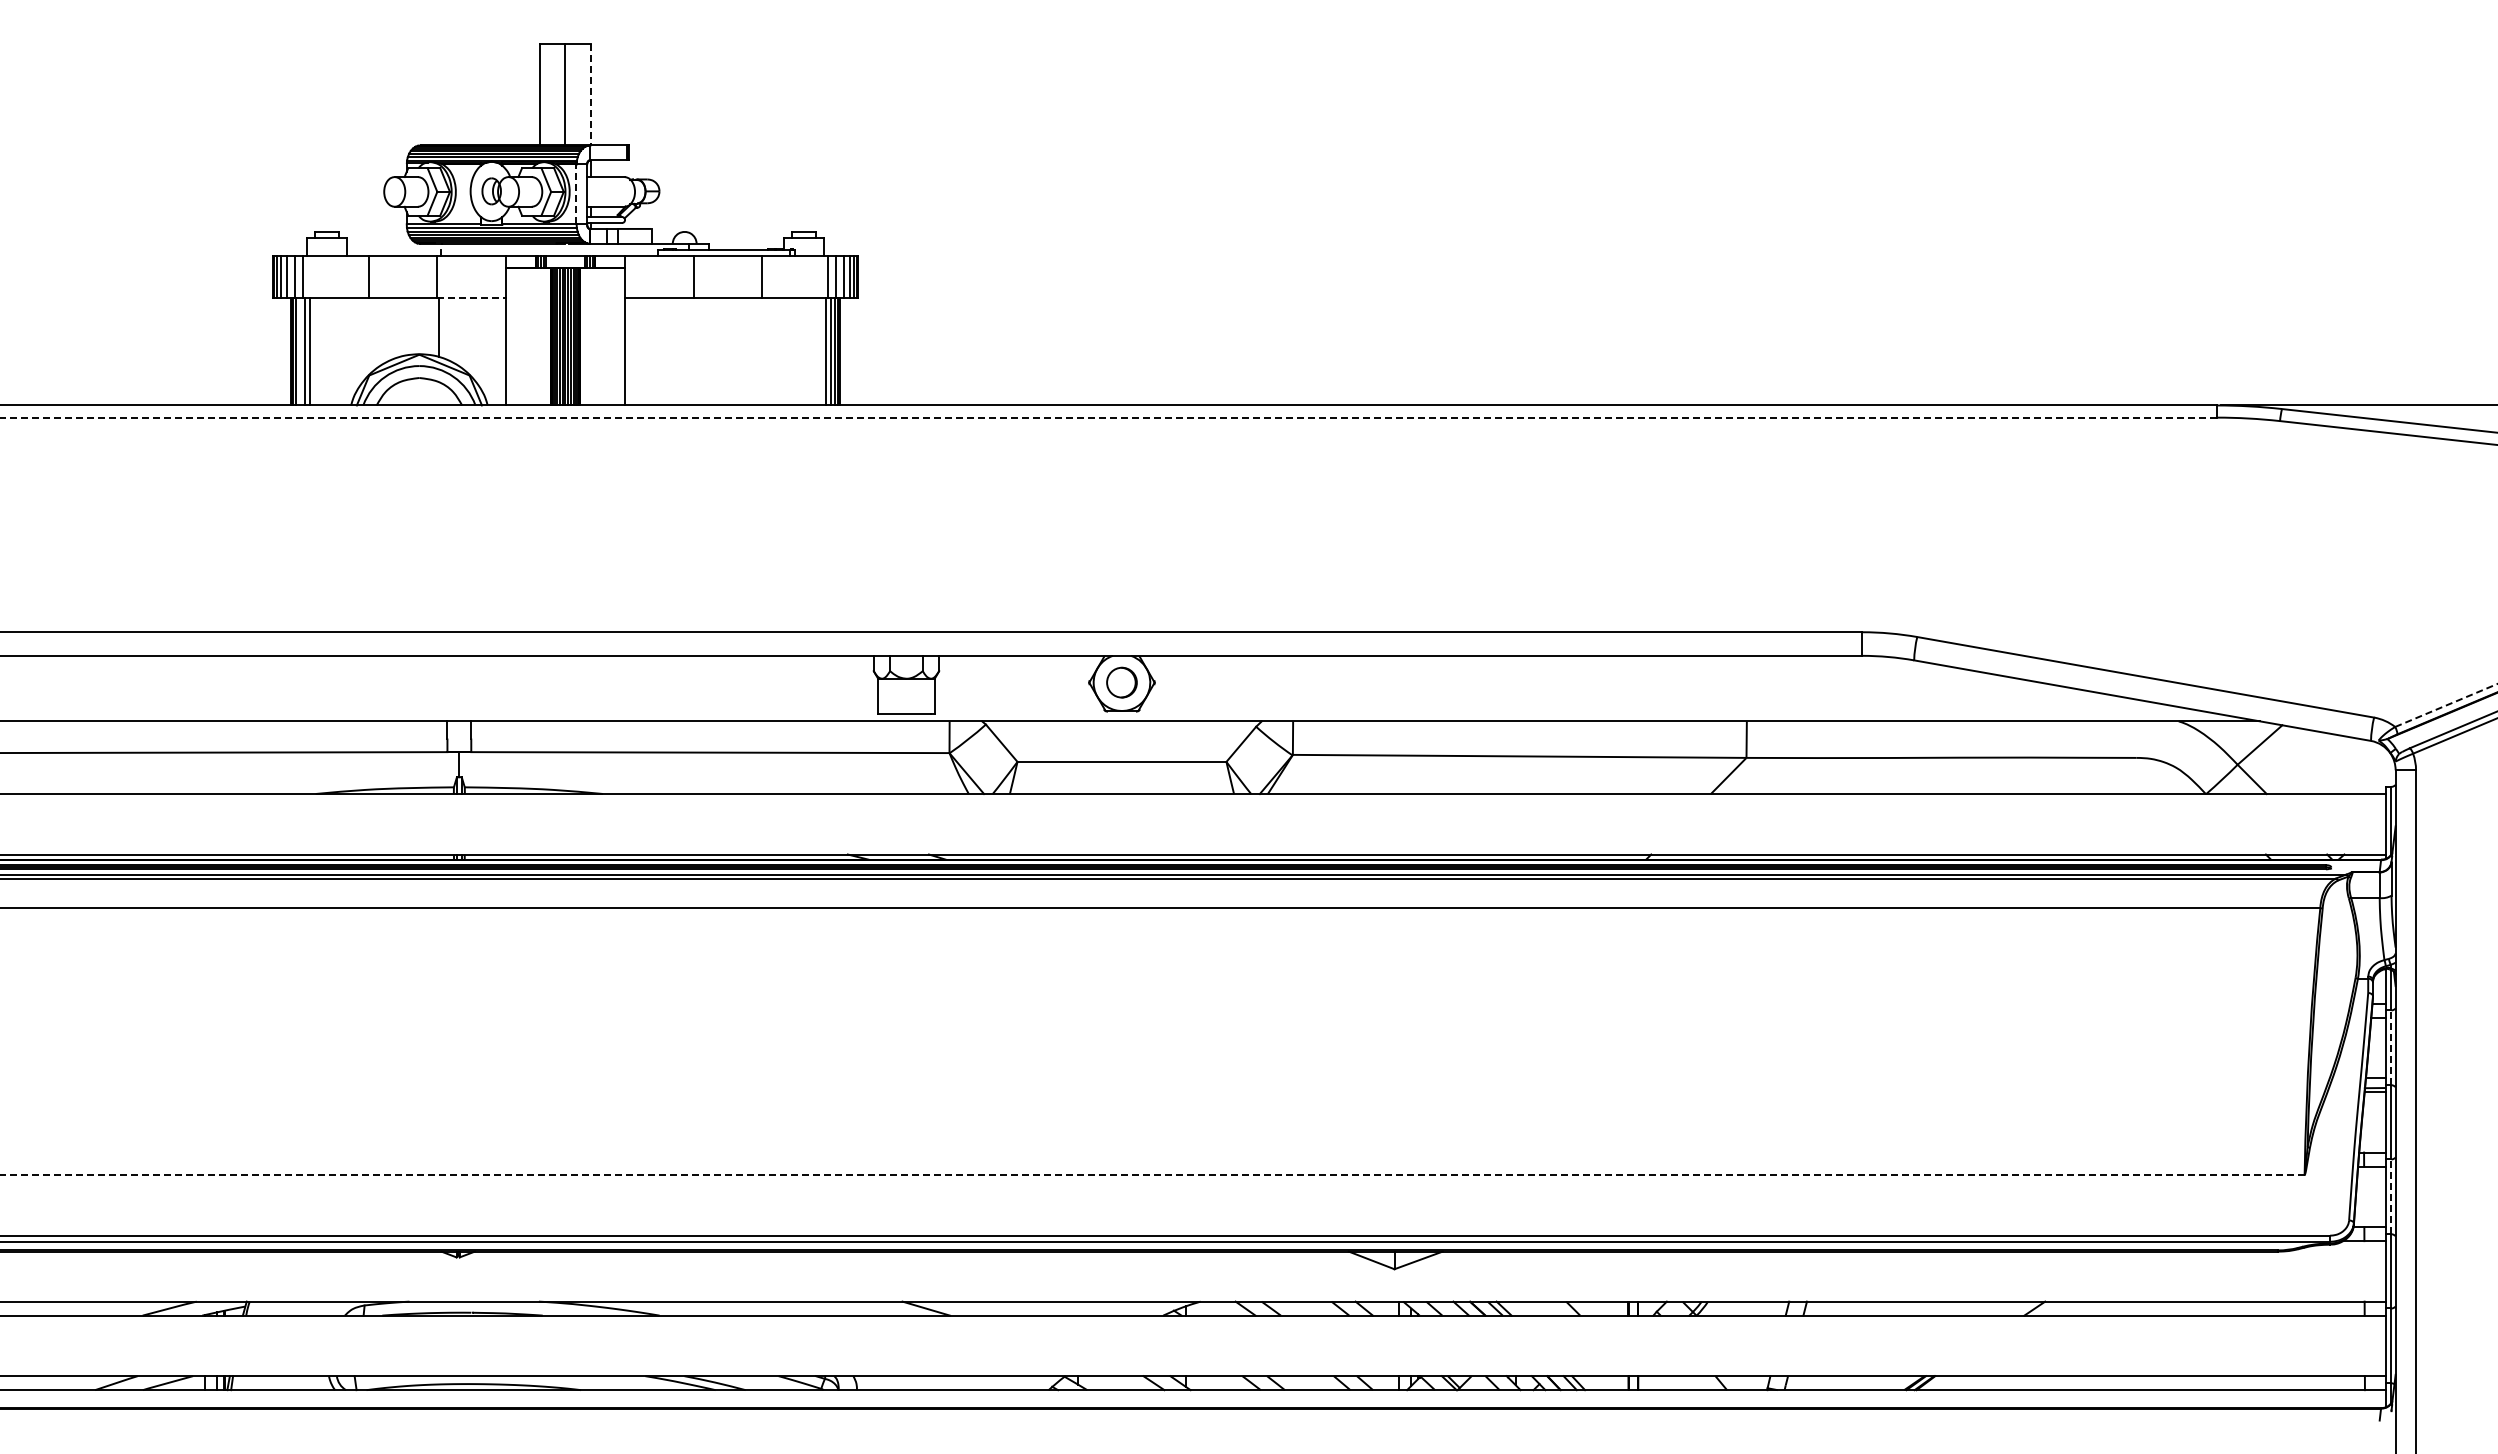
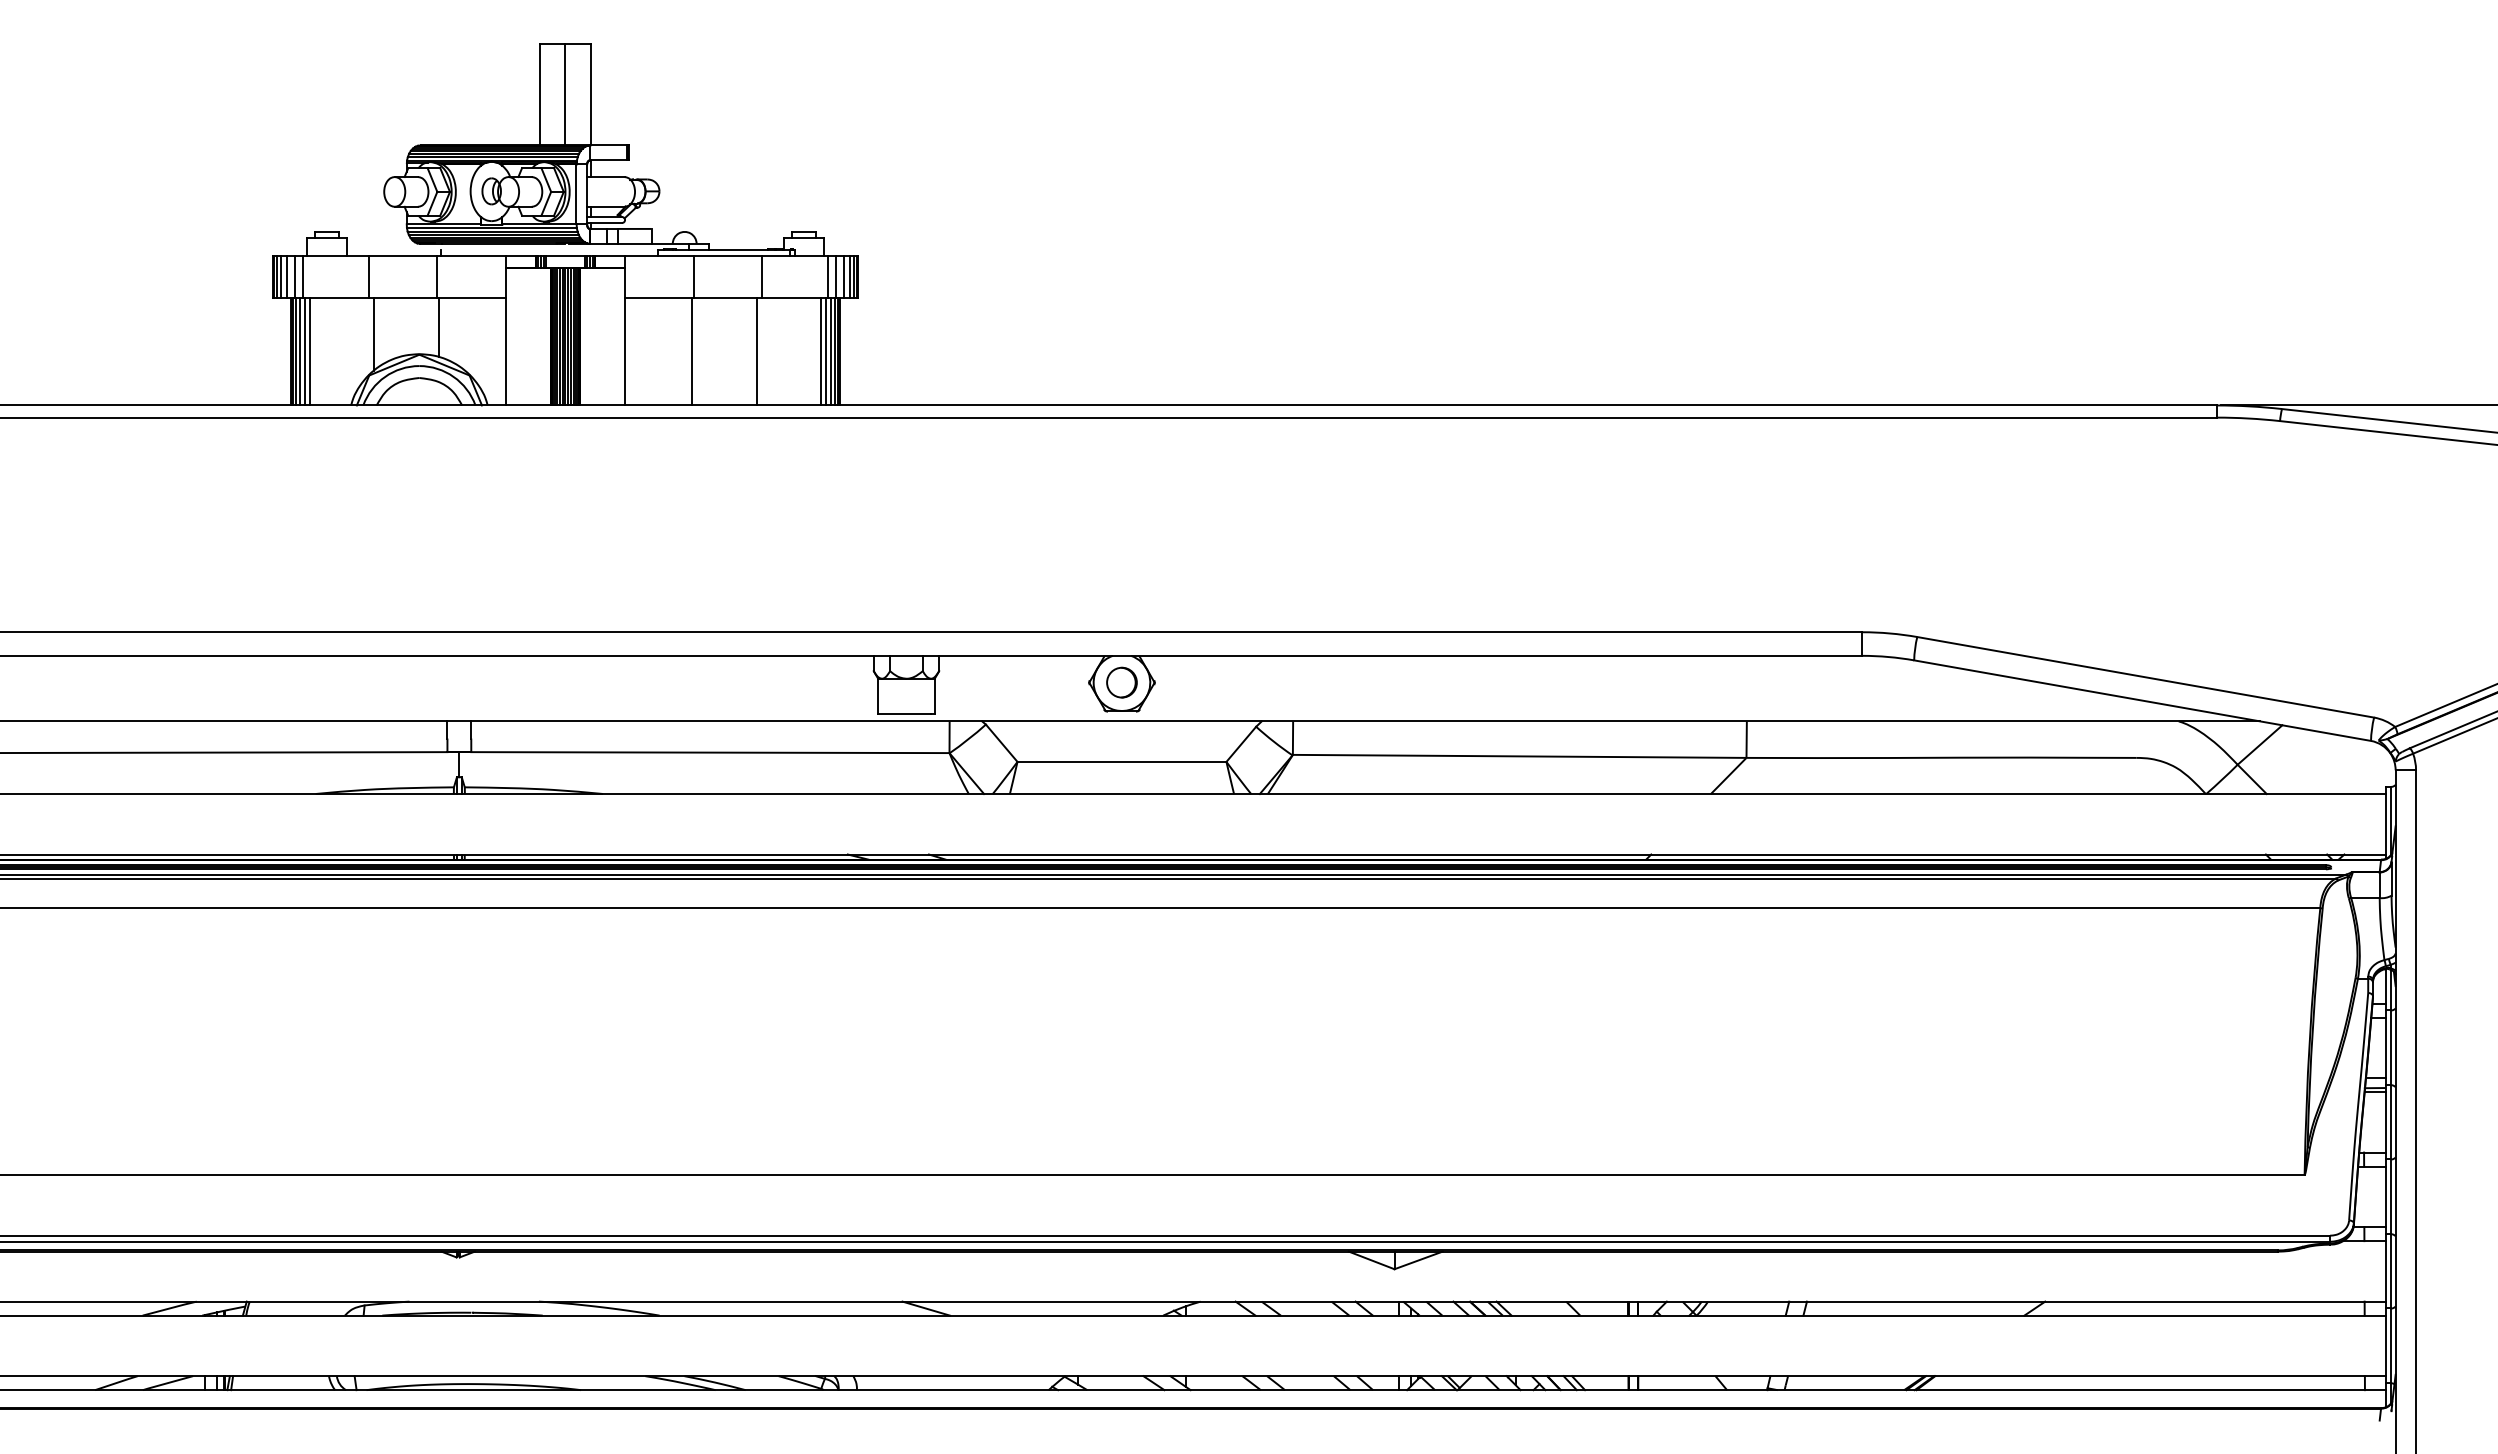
line at (591, 94): dashed -> solid
line at (576, 193): dashed -> solid
line at (471, 297): dashed -> solid
line at (373, 333): none -> present
line at (299, 351): none -> present
line at (691, 351): none -> present
line at (757, 351): none -> present
line at (820, 351): none -> present
line at (1108, 417): dashed -> solid
line at (2446, 705): dashed -> solid
line at (2391, 1047): dashed -> solid
line at (1152, 1174): dashed -> solid
line at (2391, 1196): dashed -> solid
